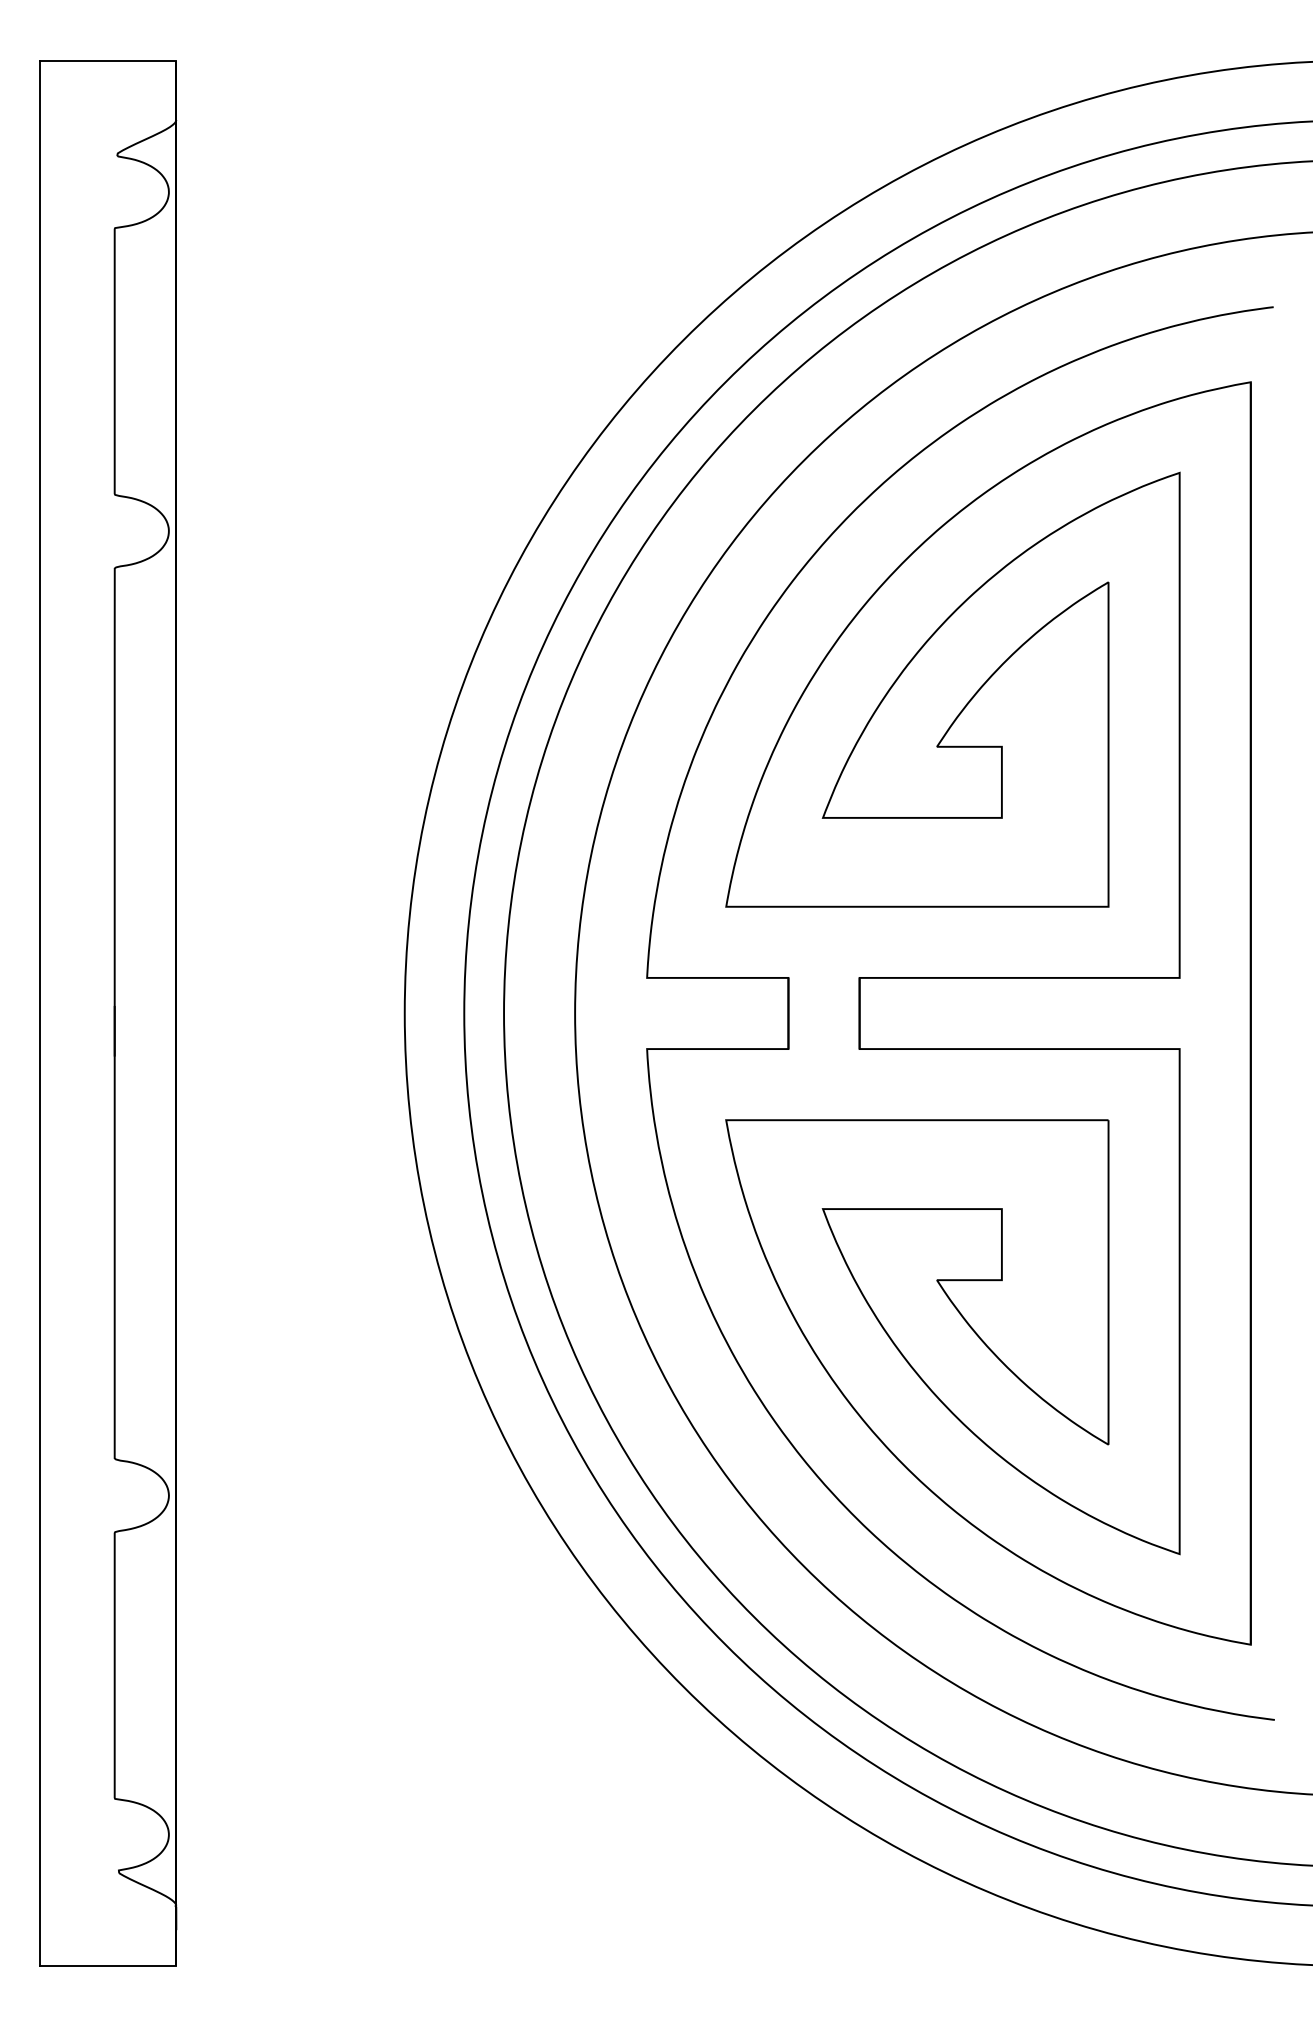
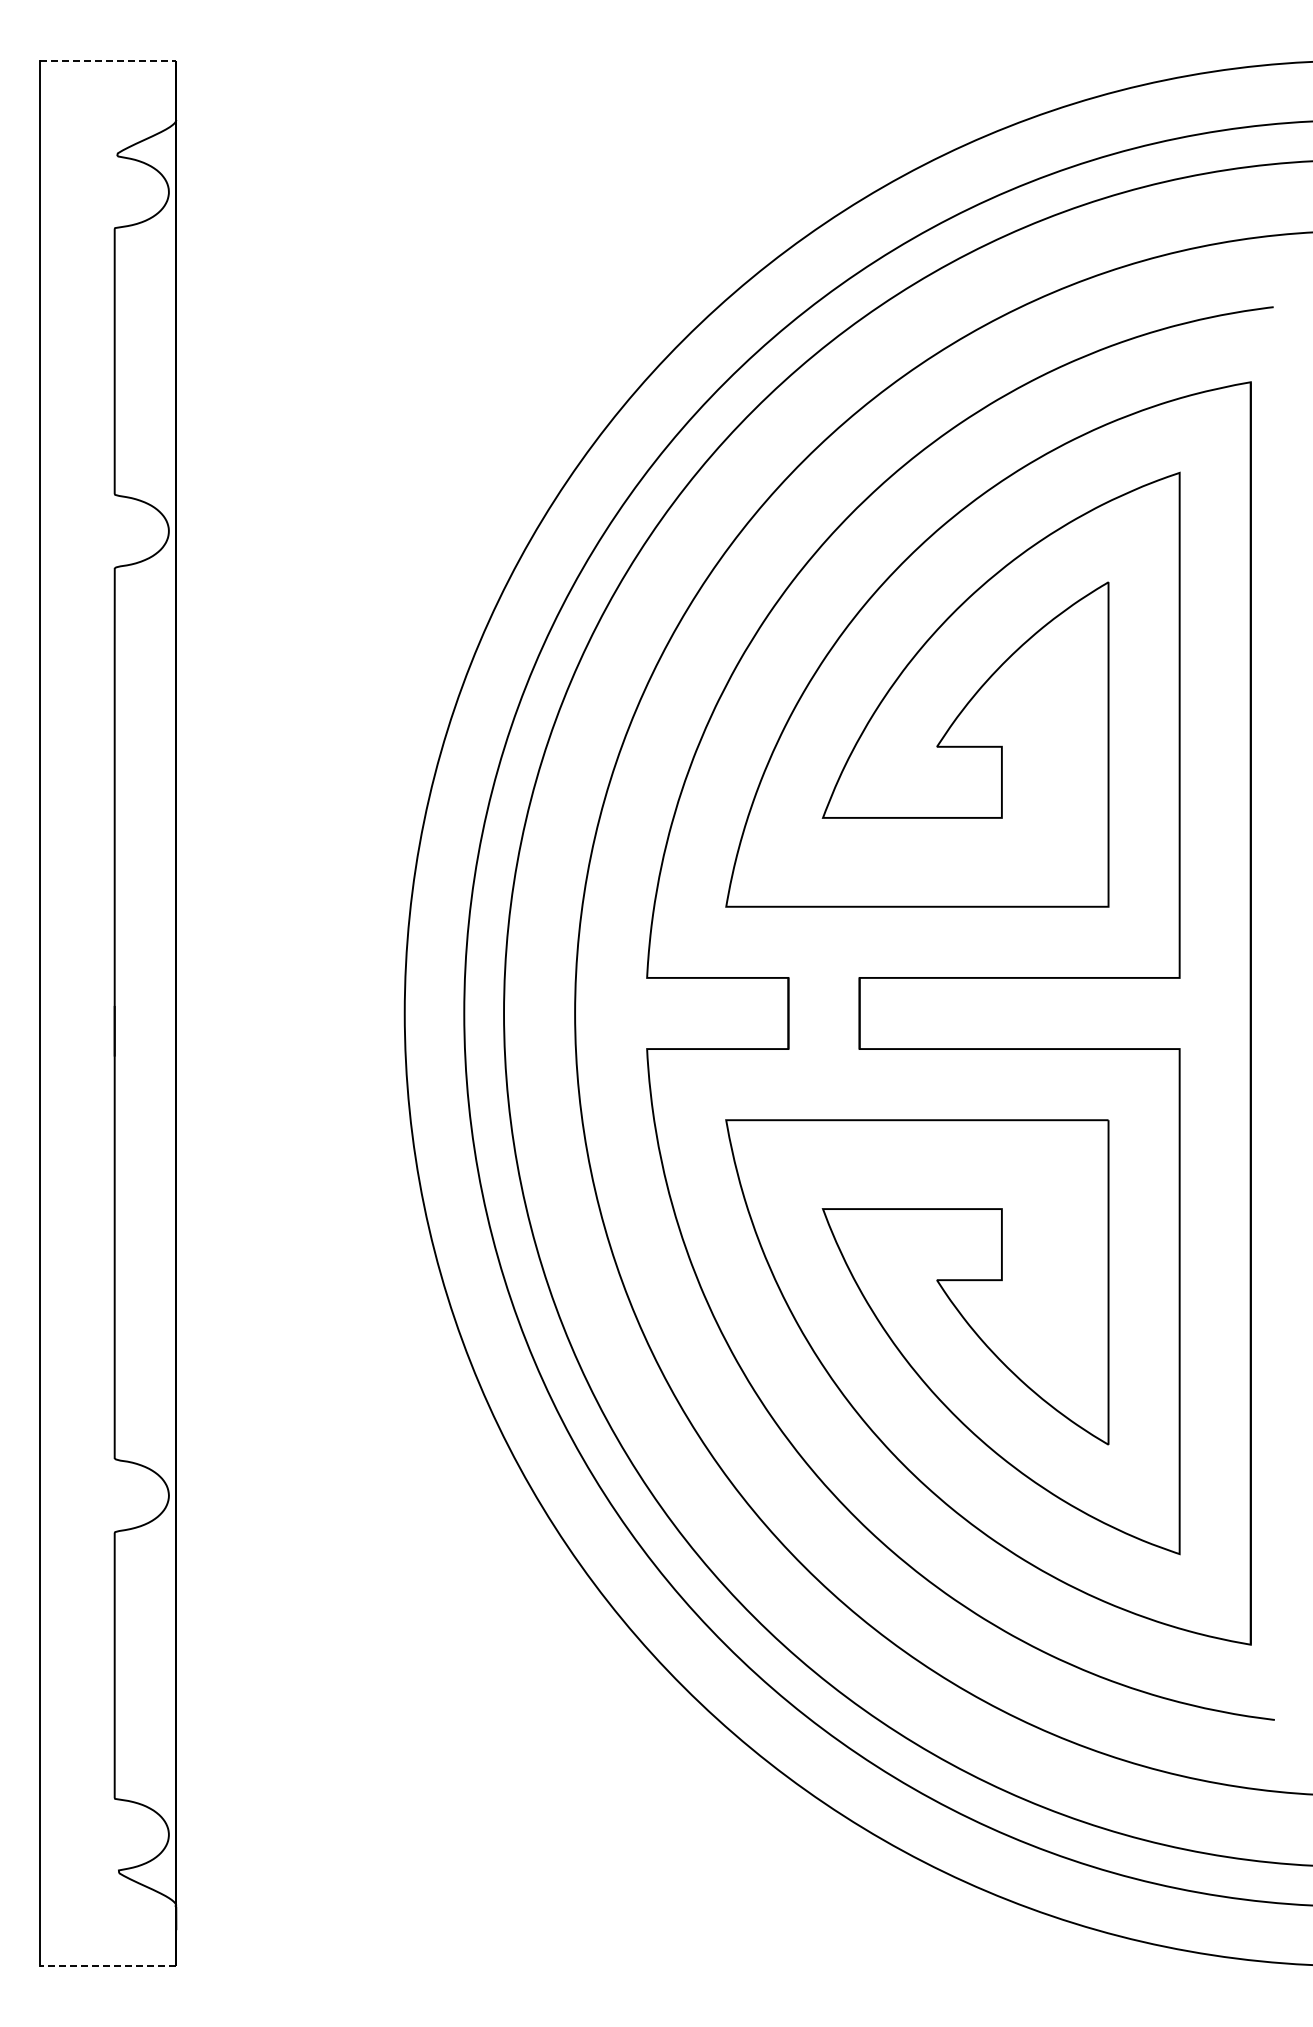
line at (108, 60): solid -> dashed
line at (107, 1965): solid -> dashed
